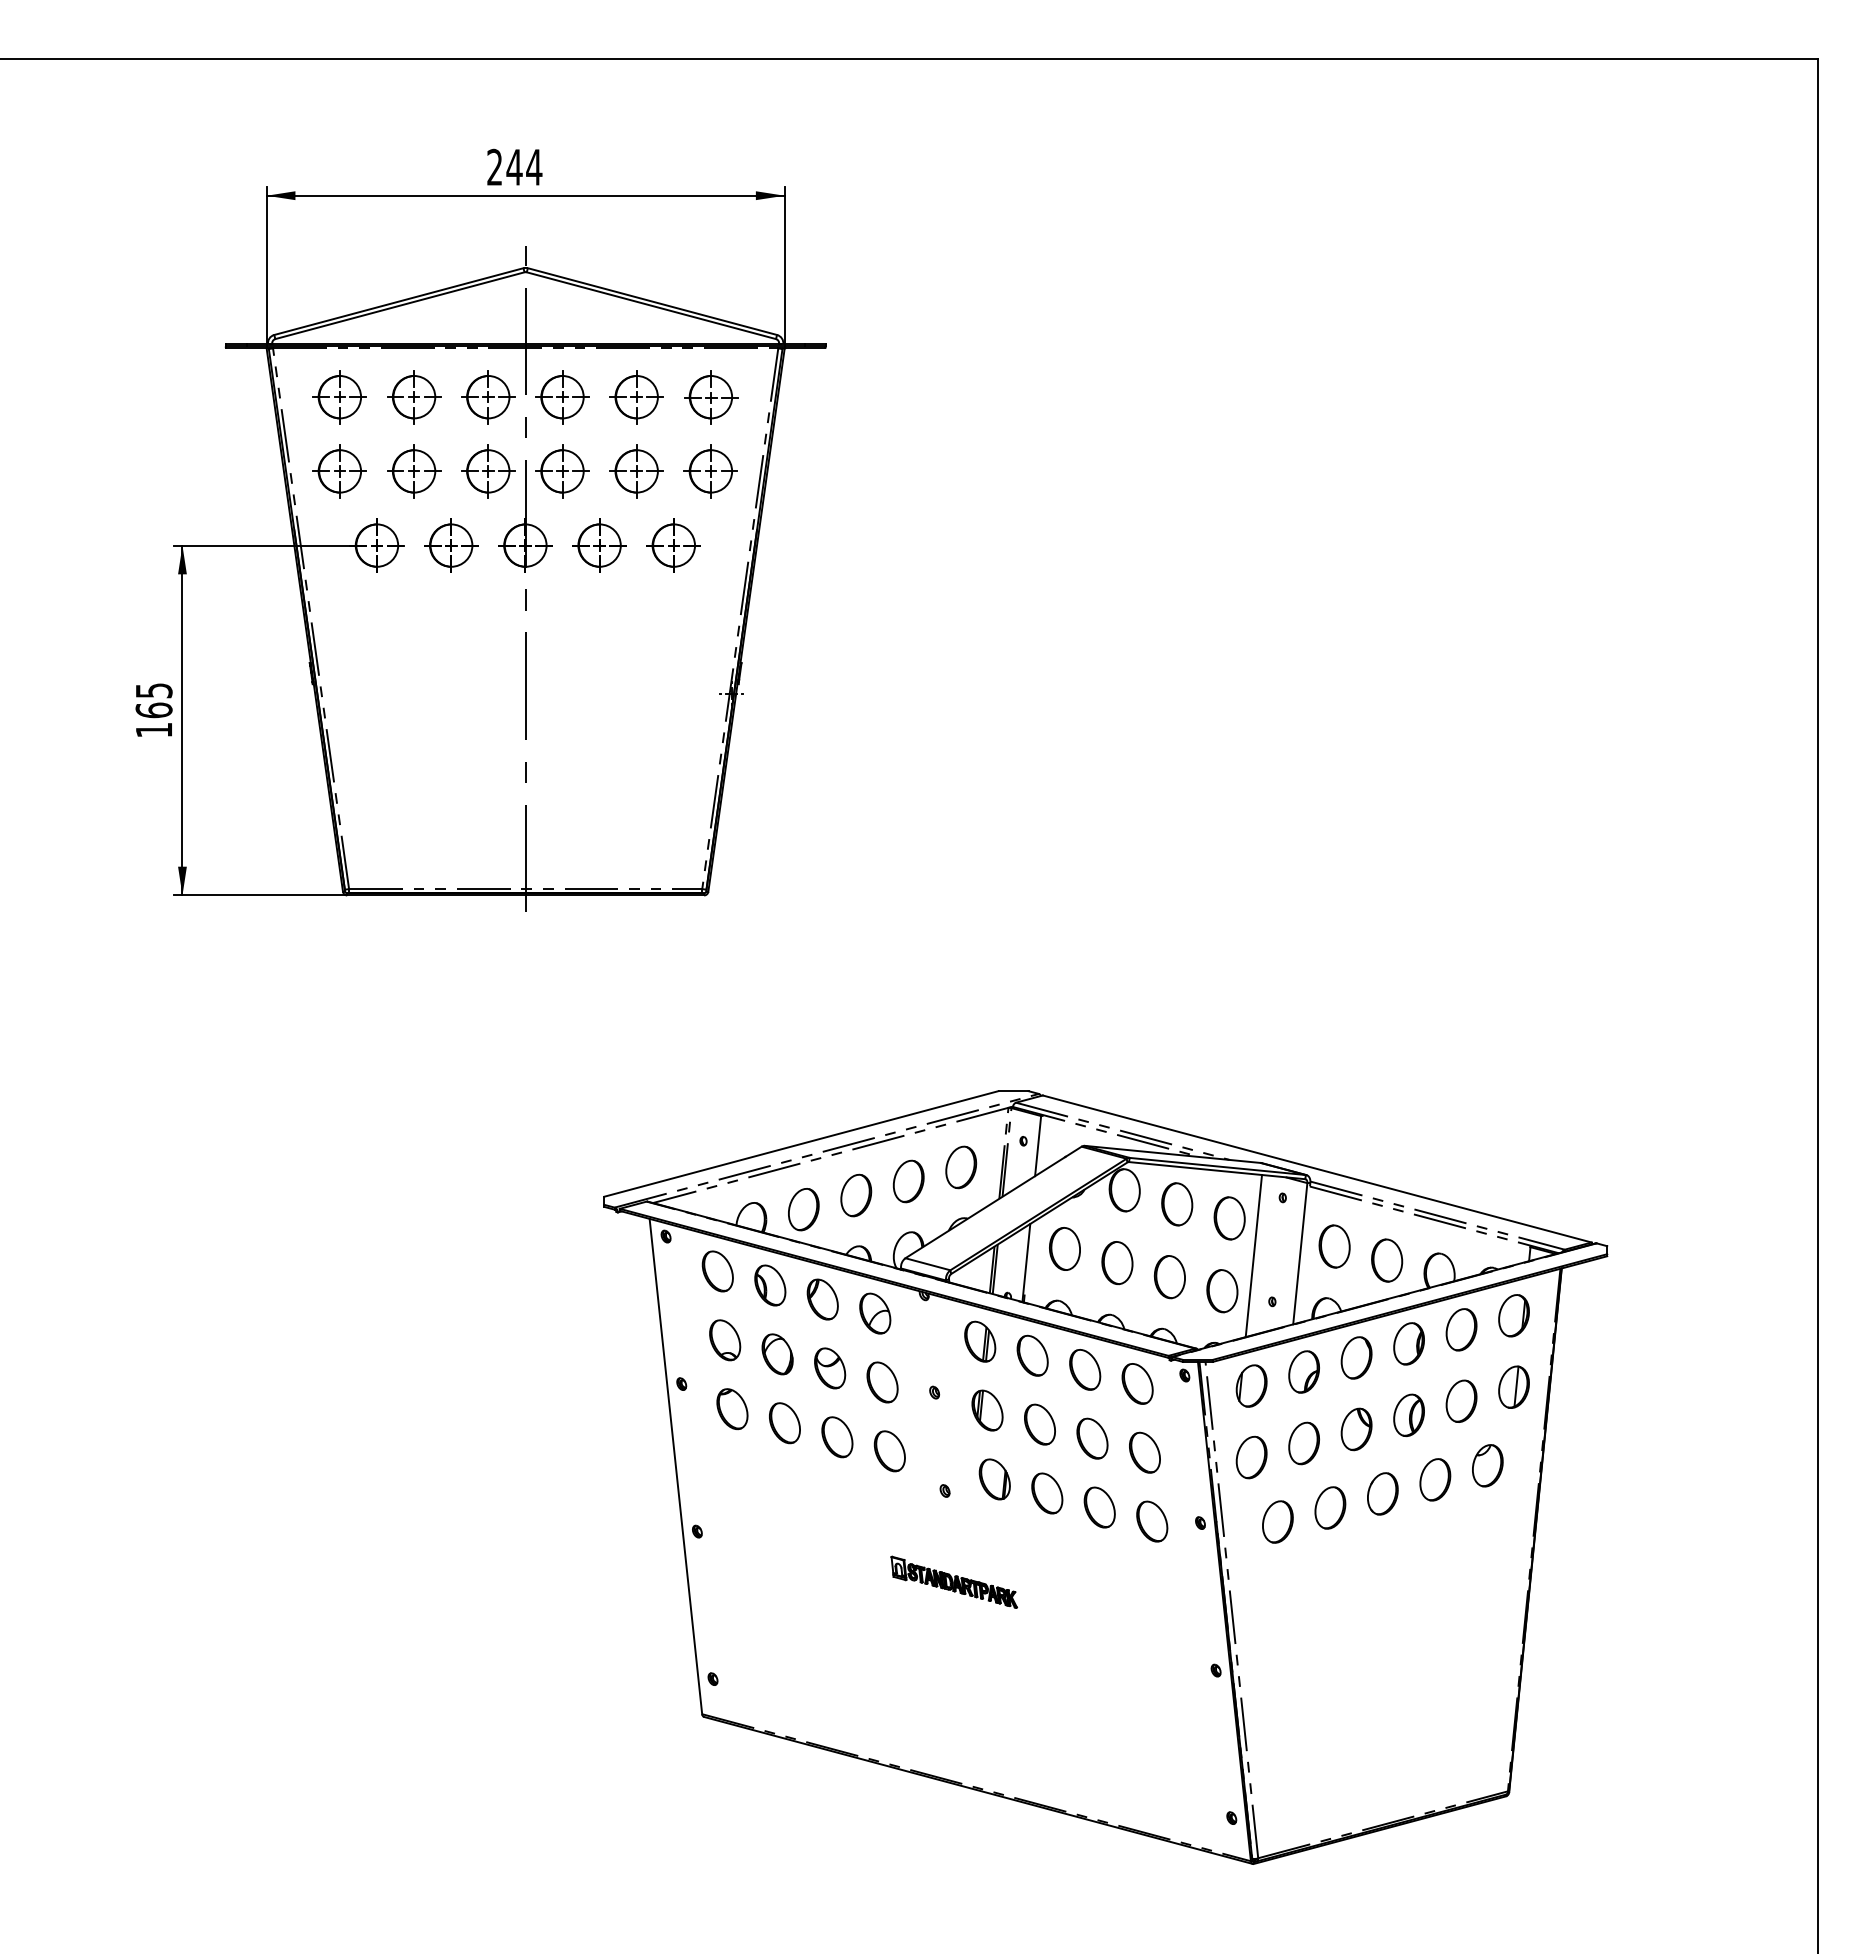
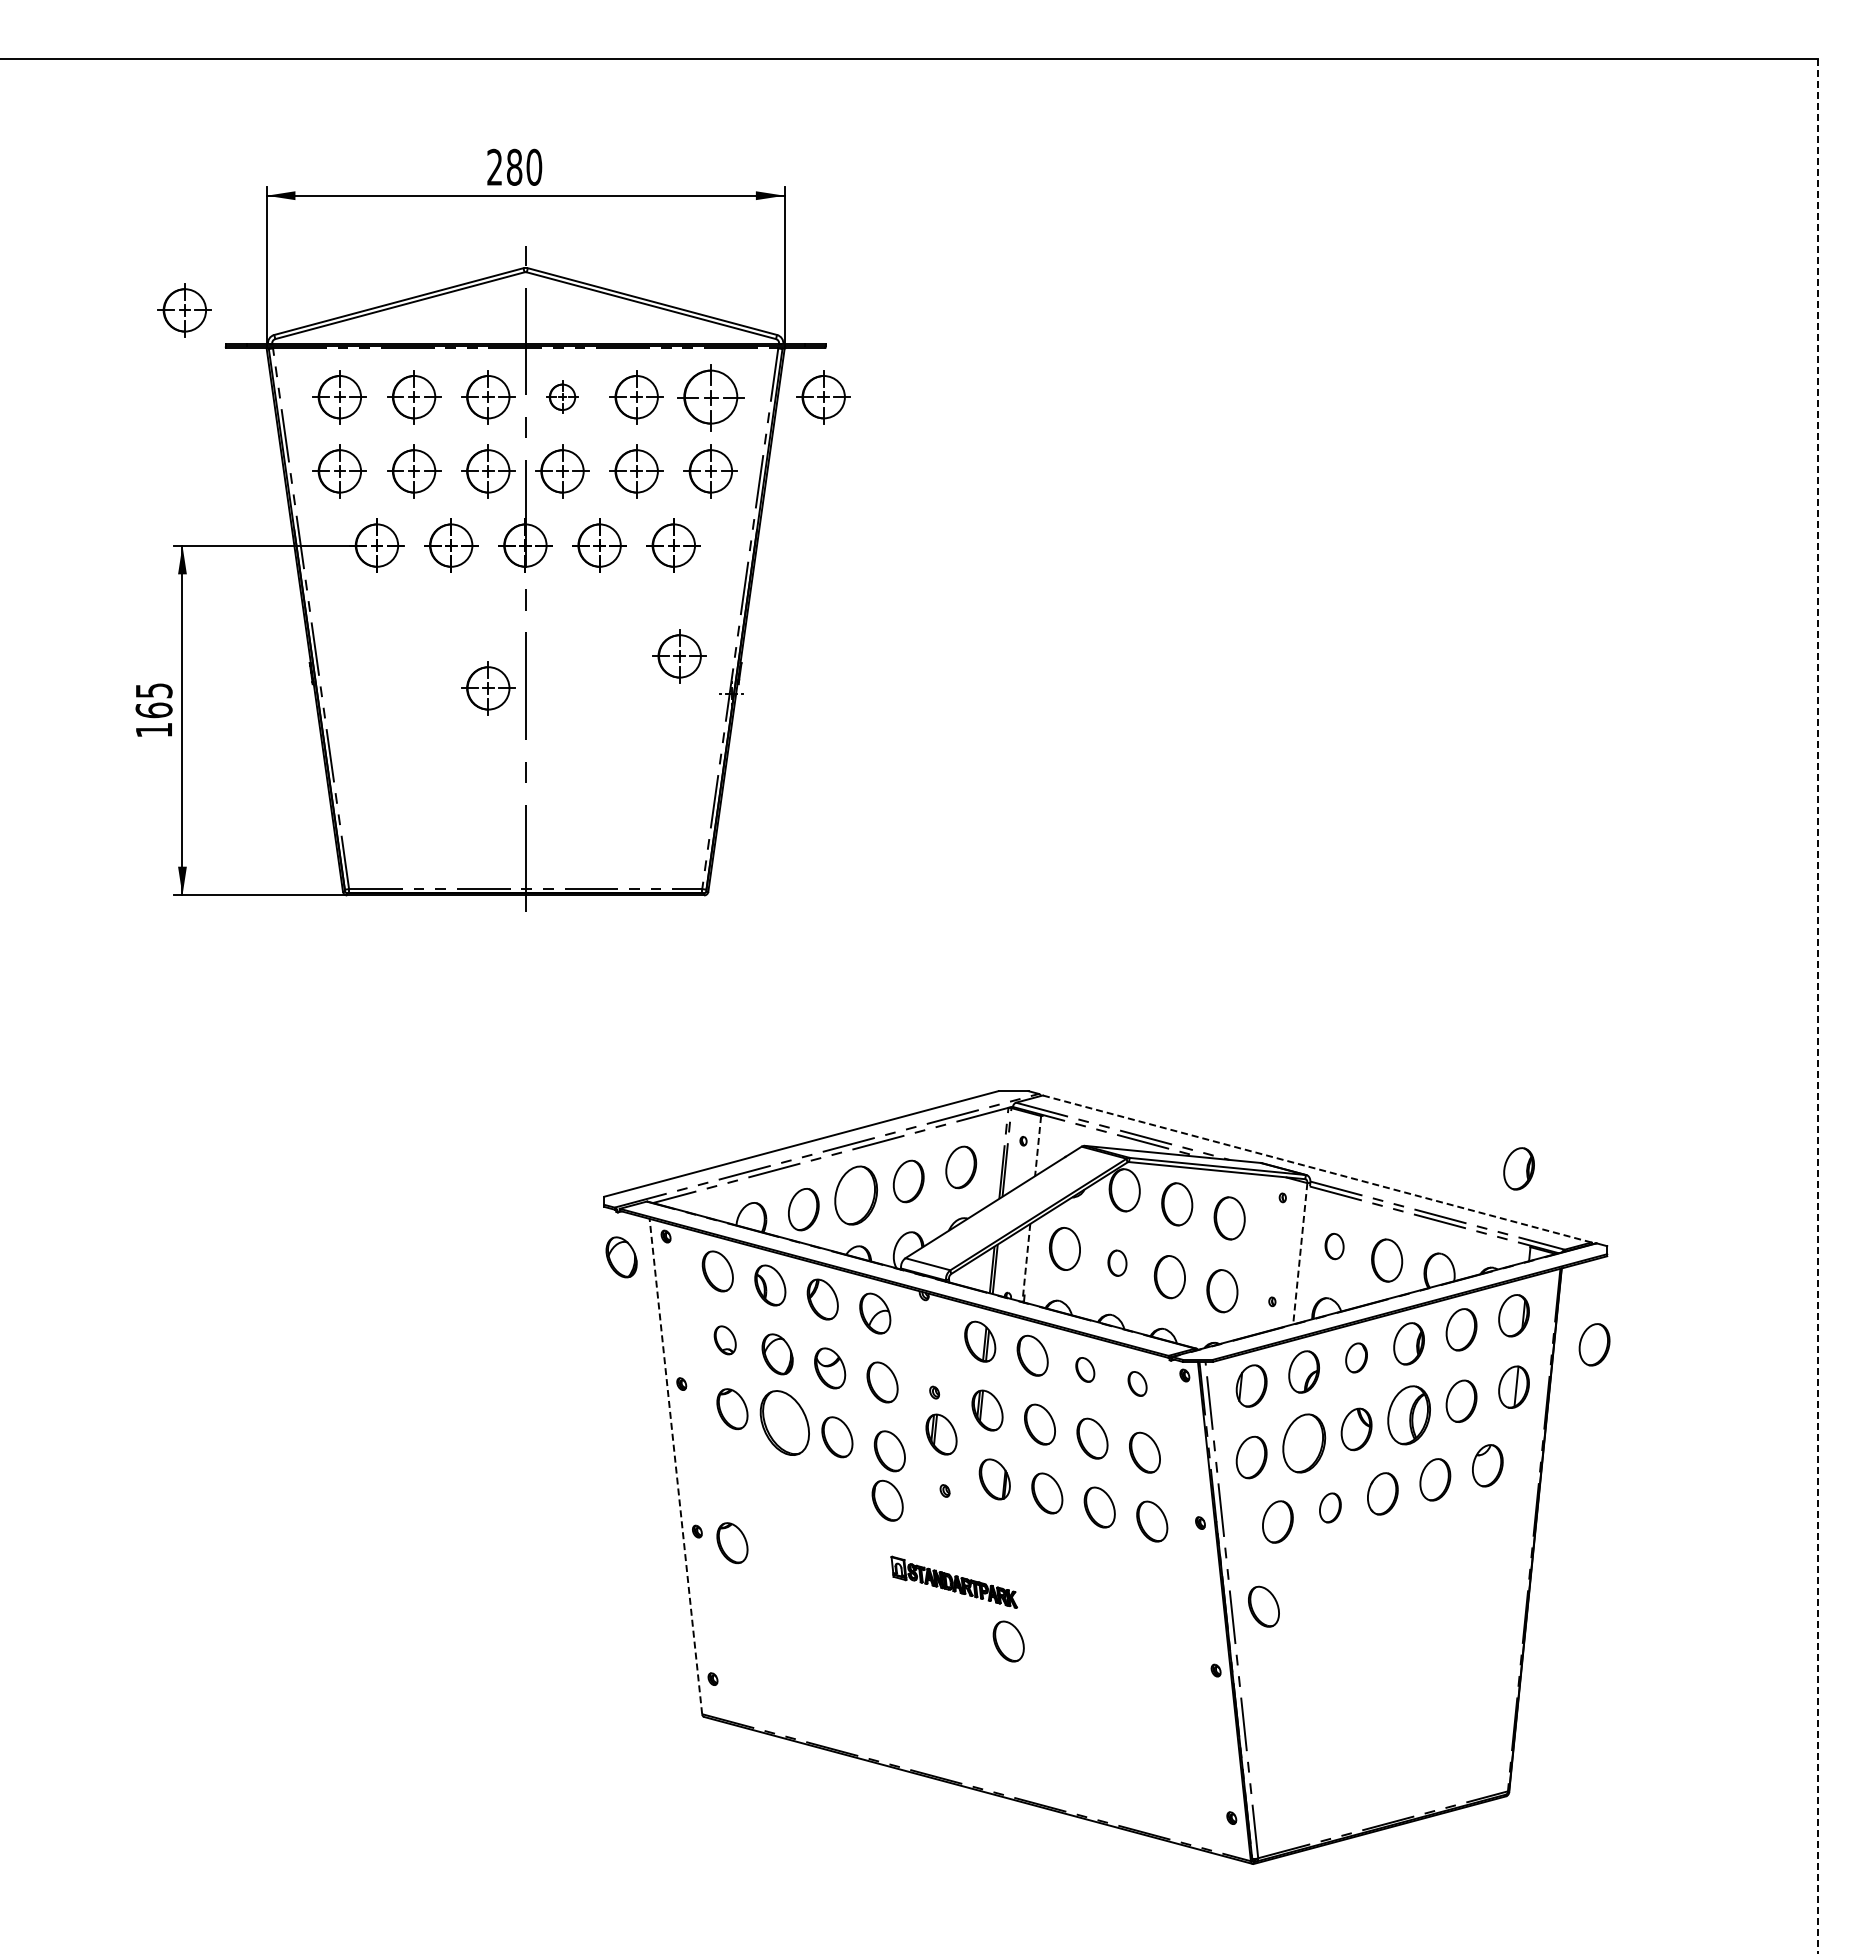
text at (524, 166): 244 -> 280
part at (184, 310): none -> present
part at (562, 397) size: 55x55 px -> 33x34 px
part at (711, 397) size: 55x55 px -> 68x68 px
part at (823, 397): none -> present
part at (679, 656): none -> present
part at (488, 688): none -> present
line at (1817, 1006): solid -> dashed
line at (1038, 1146): solid -> dashed
line at (1316, 1168): solid -> dashed
part at (1518, 1168): none -> present
part at (856, 1195) size: 33x45 px -> 44x61 px
part at (1334, 1246) size: 33x45 px -> 21x28 px
line at (1300, 1253): solid -> dashed
line at (1253, 1256): present -> none
part at (621, 1257): none -> present
line at (1026, 1263): solid -> dashed
part at (1117, 1263) size: 33x45 px -> 21x28 px
part at (725, 1340) size: 33x43 px -> 24x31 px
part at (1594, 1344): none -> present
part at (1356, 1357) size: 33x44 px -> 23x32 px
part at (1085, 1369) size: 33x42 px -> 21x26 px
part at (1137, 1383) size: 33x42 px -> 21x26 px
part at (1408, 1415) size: 32x45 px -> 44x61 px
part at (784, 1423) size: 32x43 px -> 51x66 px
part at (941, 1434): none -> present
part at (1303, 1443) size: 32x45 px -> 45x61 px
line at (675, 1466): solid -> dashed
part at (887, 1500): none -> present
part at (1330, 1507) size: 33x44 px -> 23x32 px
part at (732, 1543): none -> present
part at (1263, 1606): none -> present
part at (1008, 1641): none -> present
